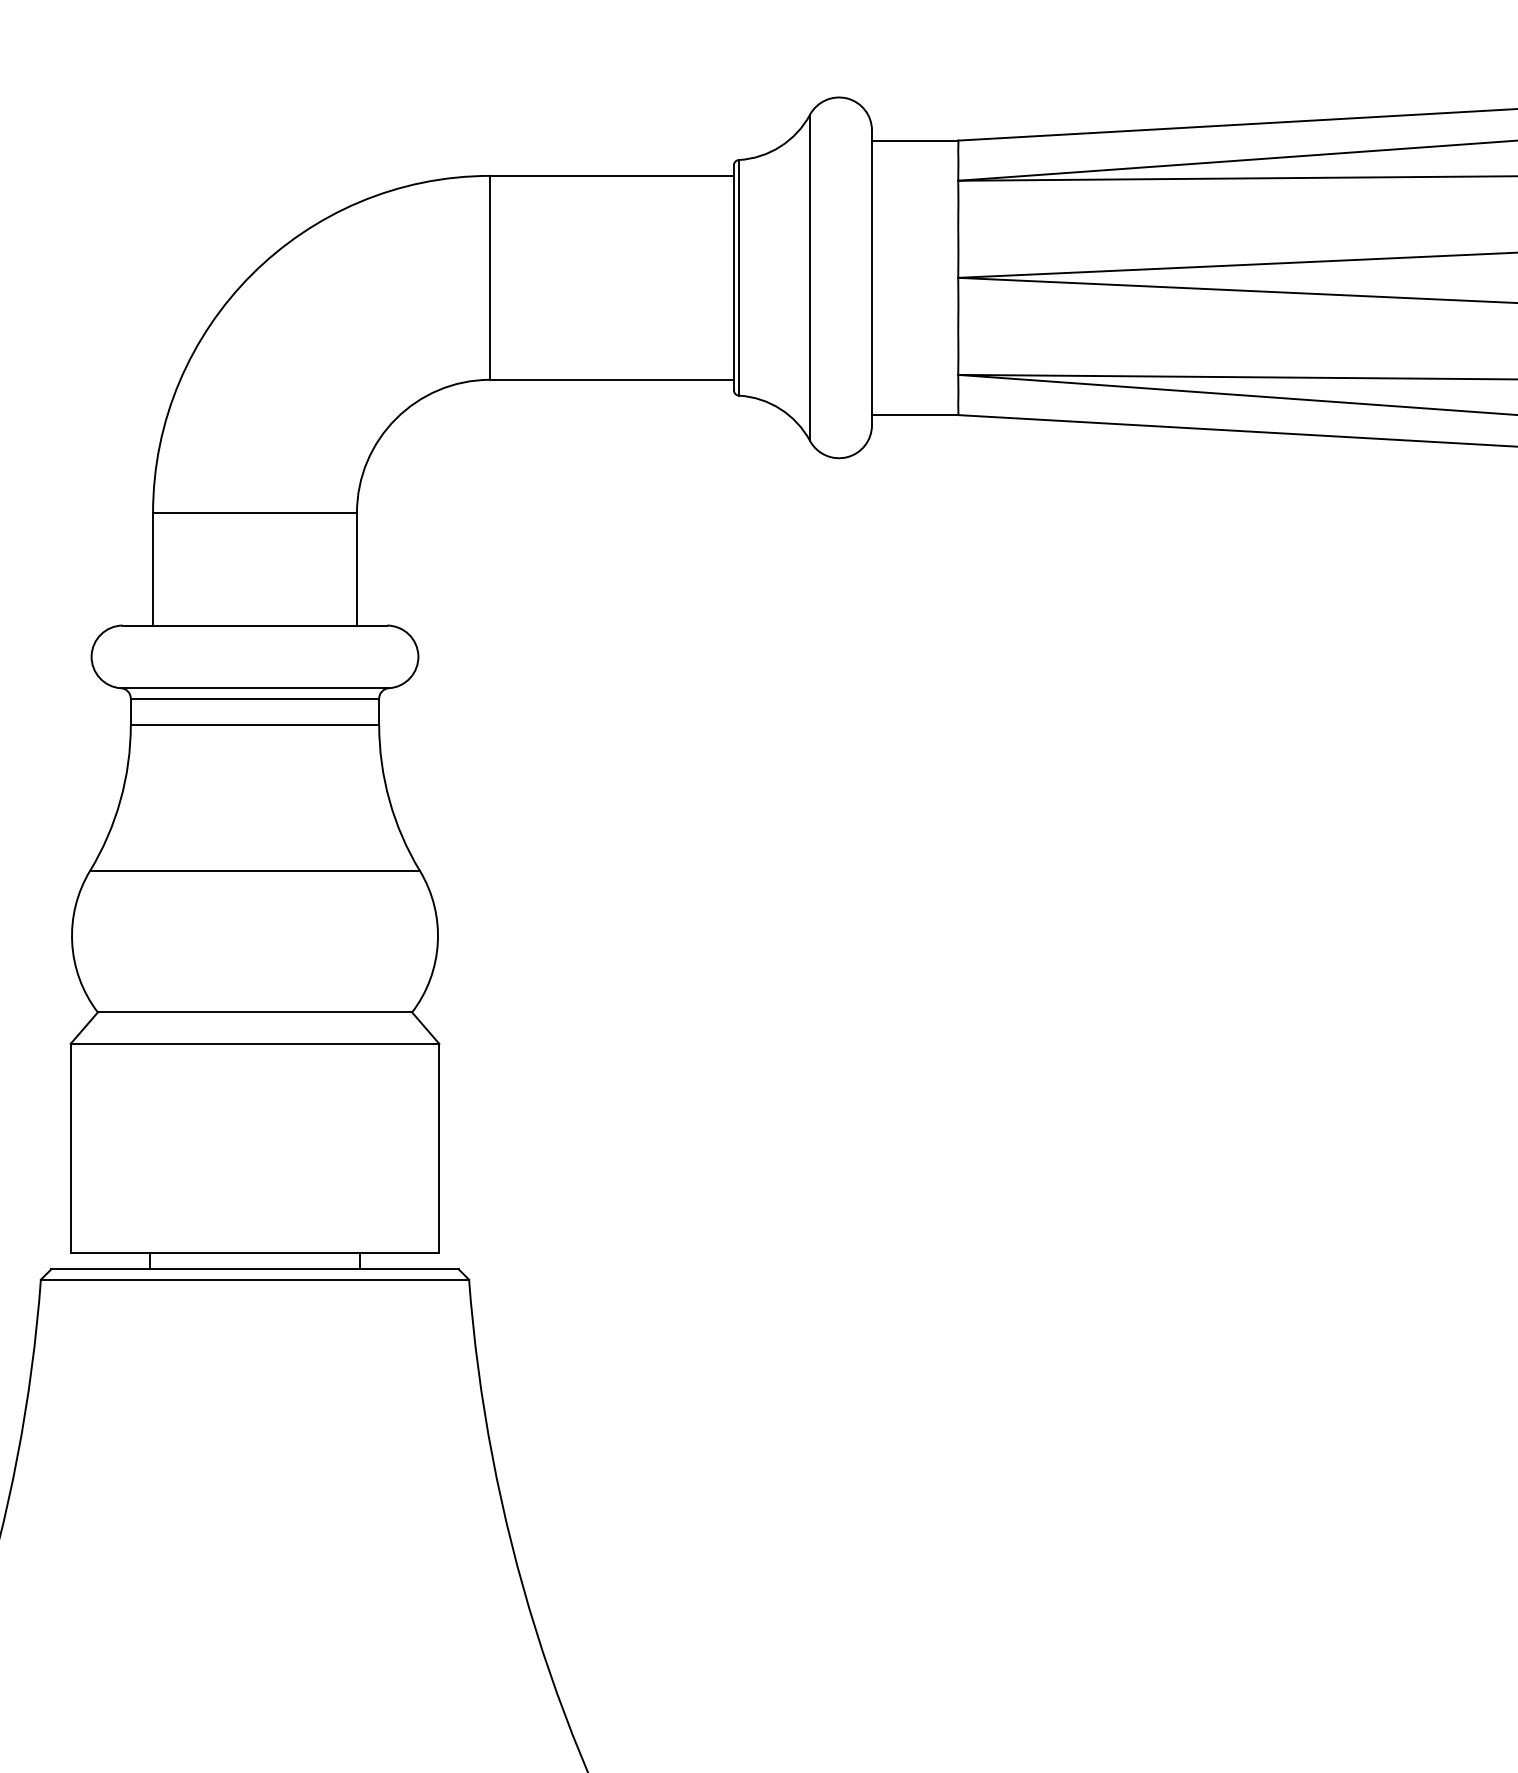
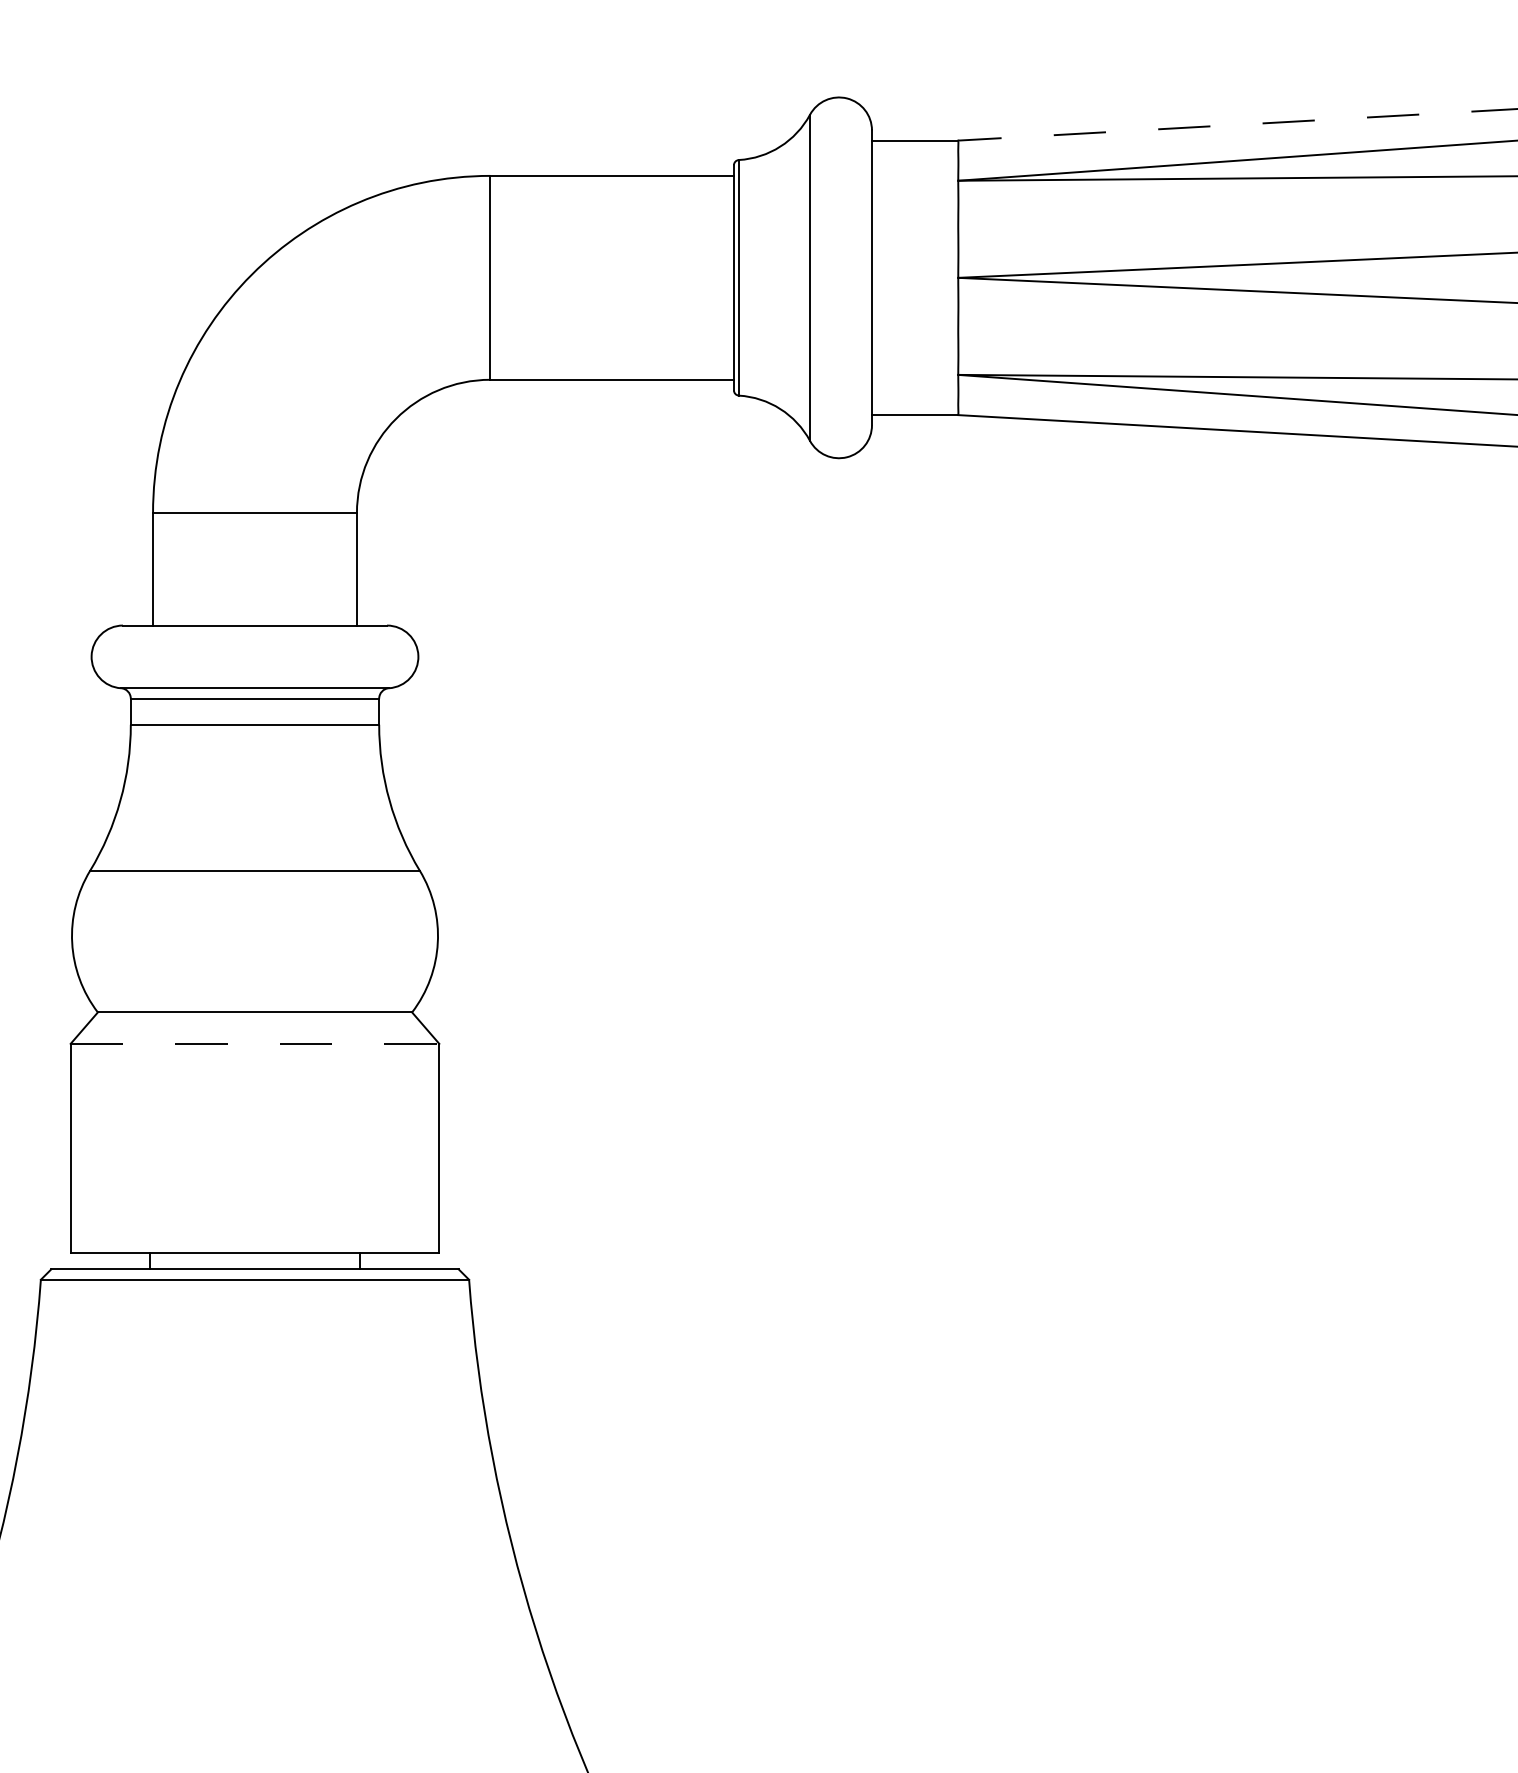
line at (1237, 124): solid -> dashed
line at (255, 1043): solid -> dashed
